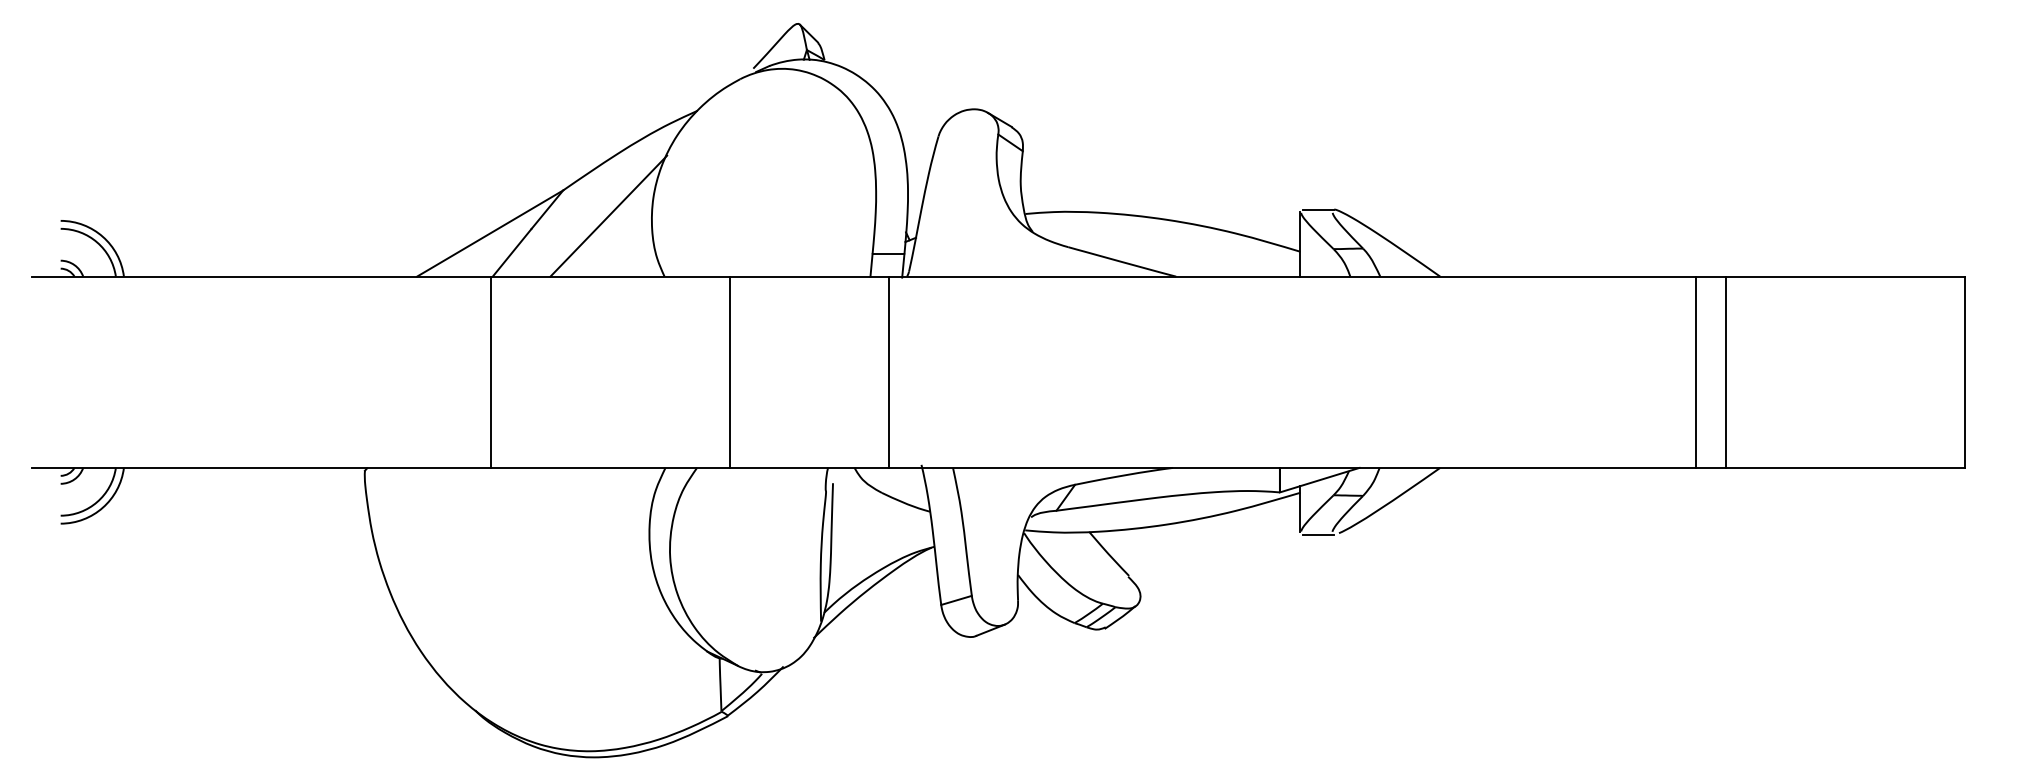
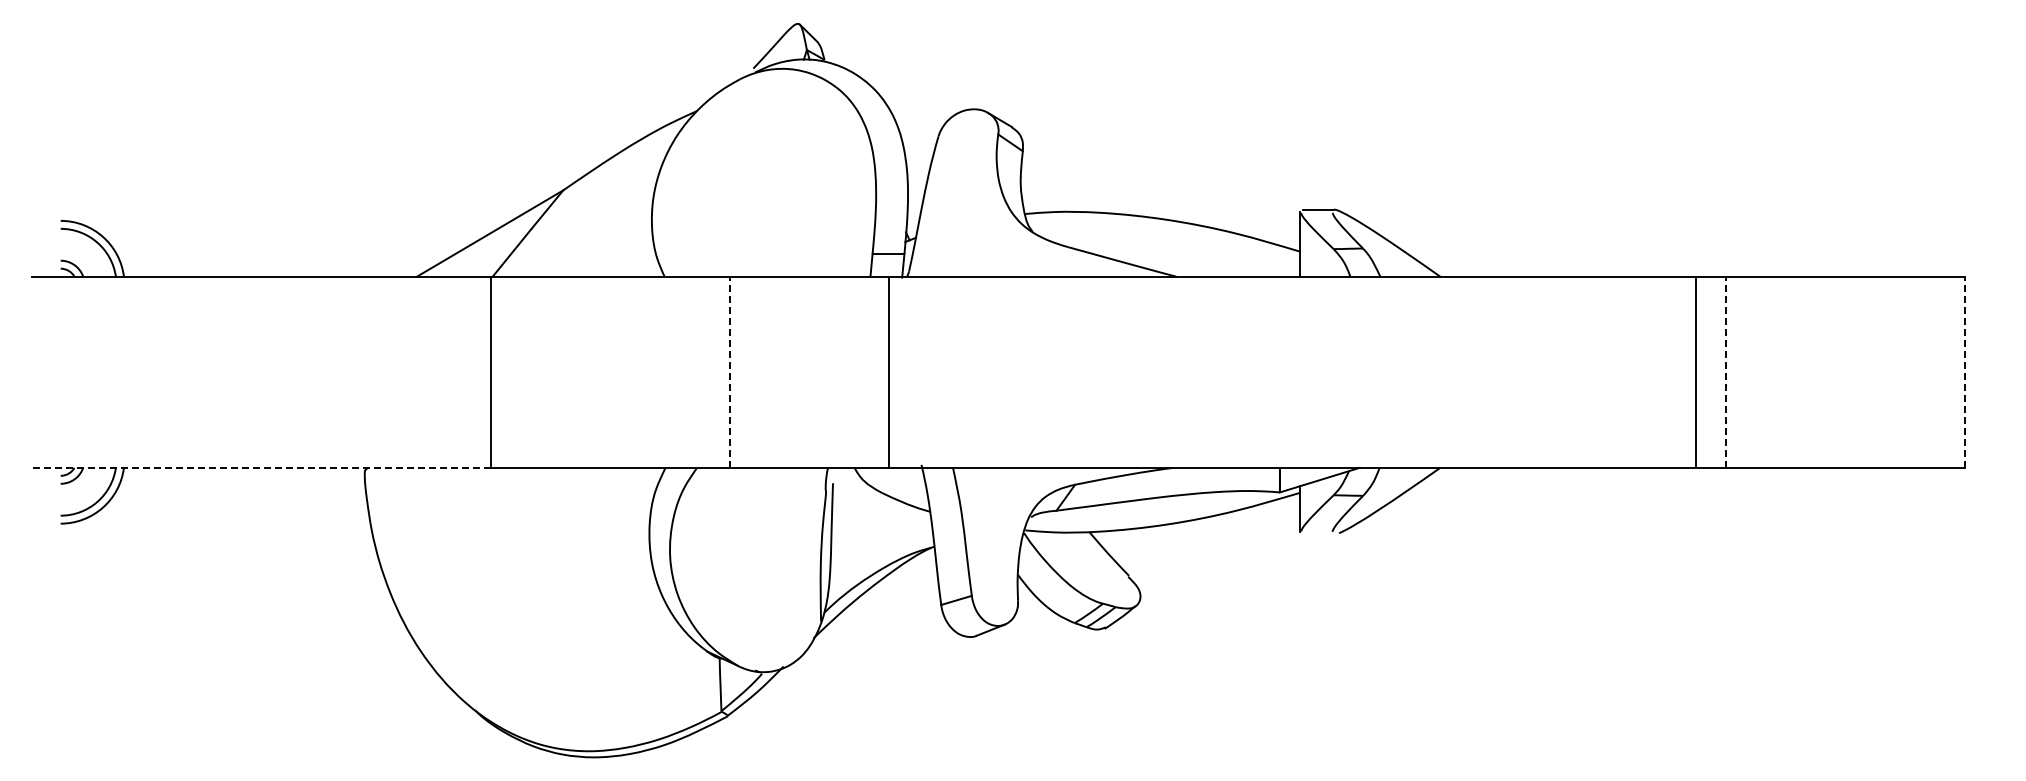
line at (608, 215): present -> none
line at (730, 372): solid -> dashed
line at (1726, 372): solid -> dashed
line at (1965, 372): solid -> dashed
line at (261, 467): solid -> dashed
line at (1318, 534): present -> none
